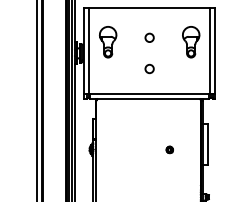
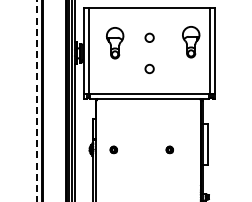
part at (108, 42) position: (108, 42) -> (115, 43)
line at (36, 101): solid -> dashed
part at (113, 149): none -> present
